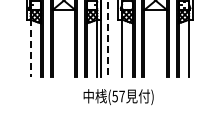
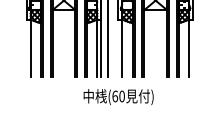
line at (107, 39): dashed -> solid
line at (30, 48): dashed -> solid
text at (118, 96): (57 -> (60
